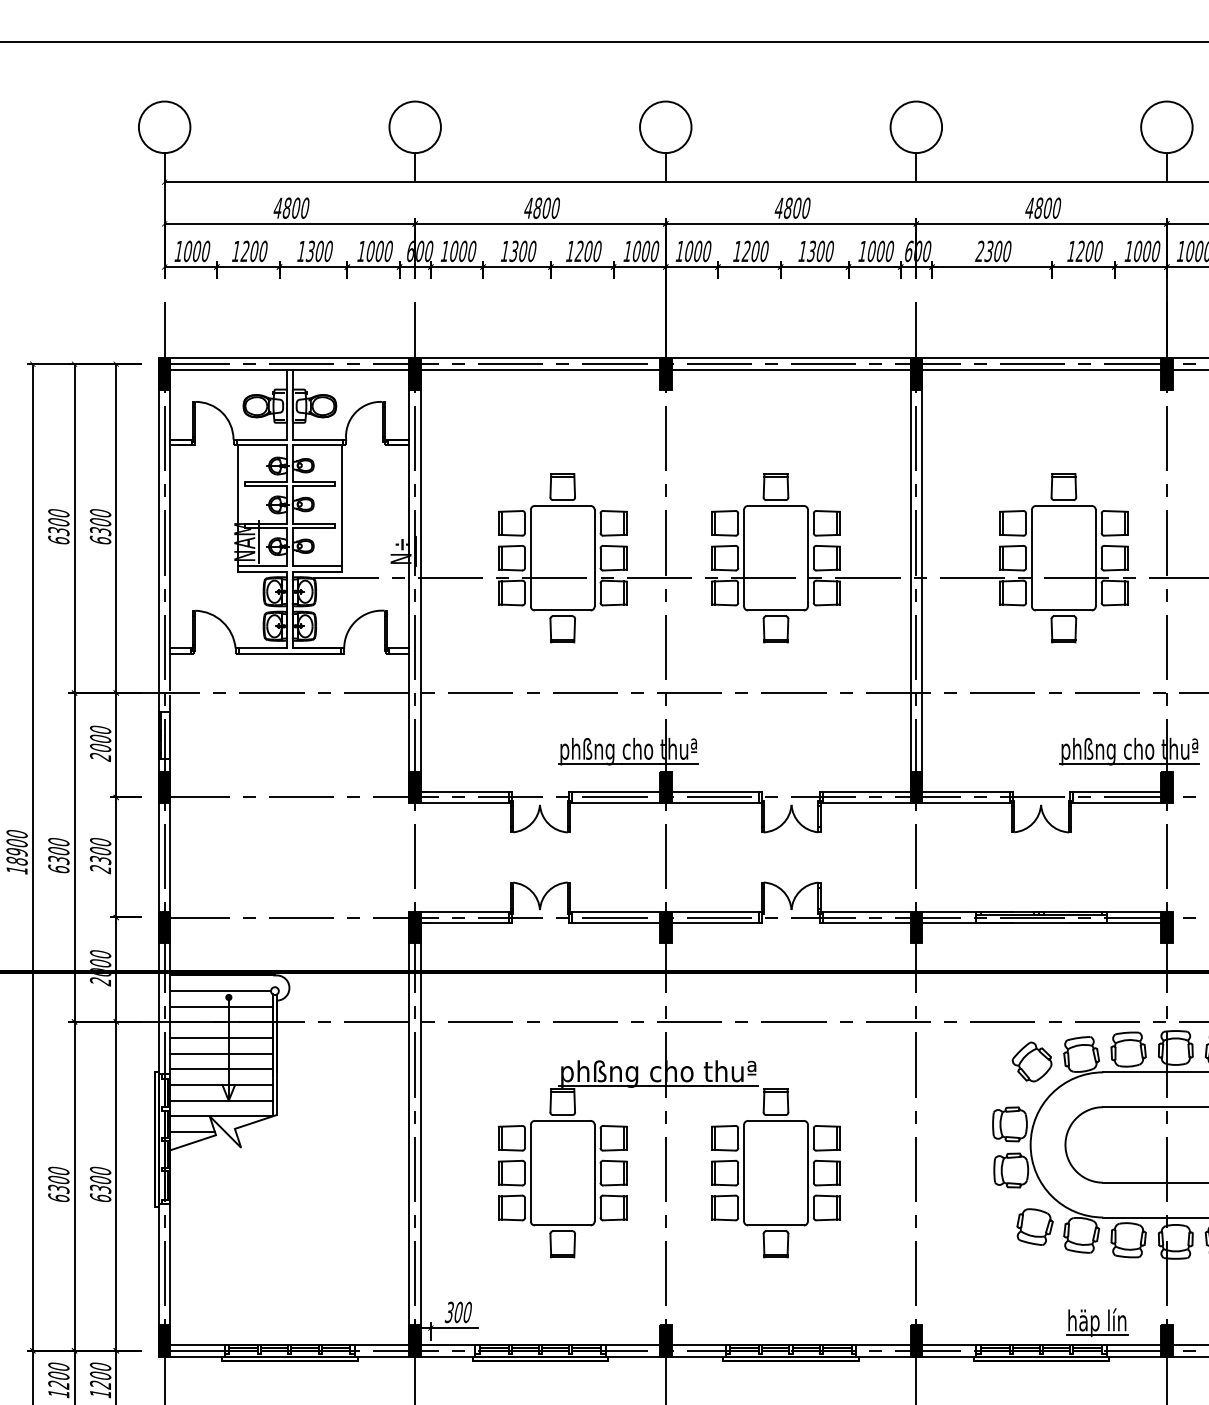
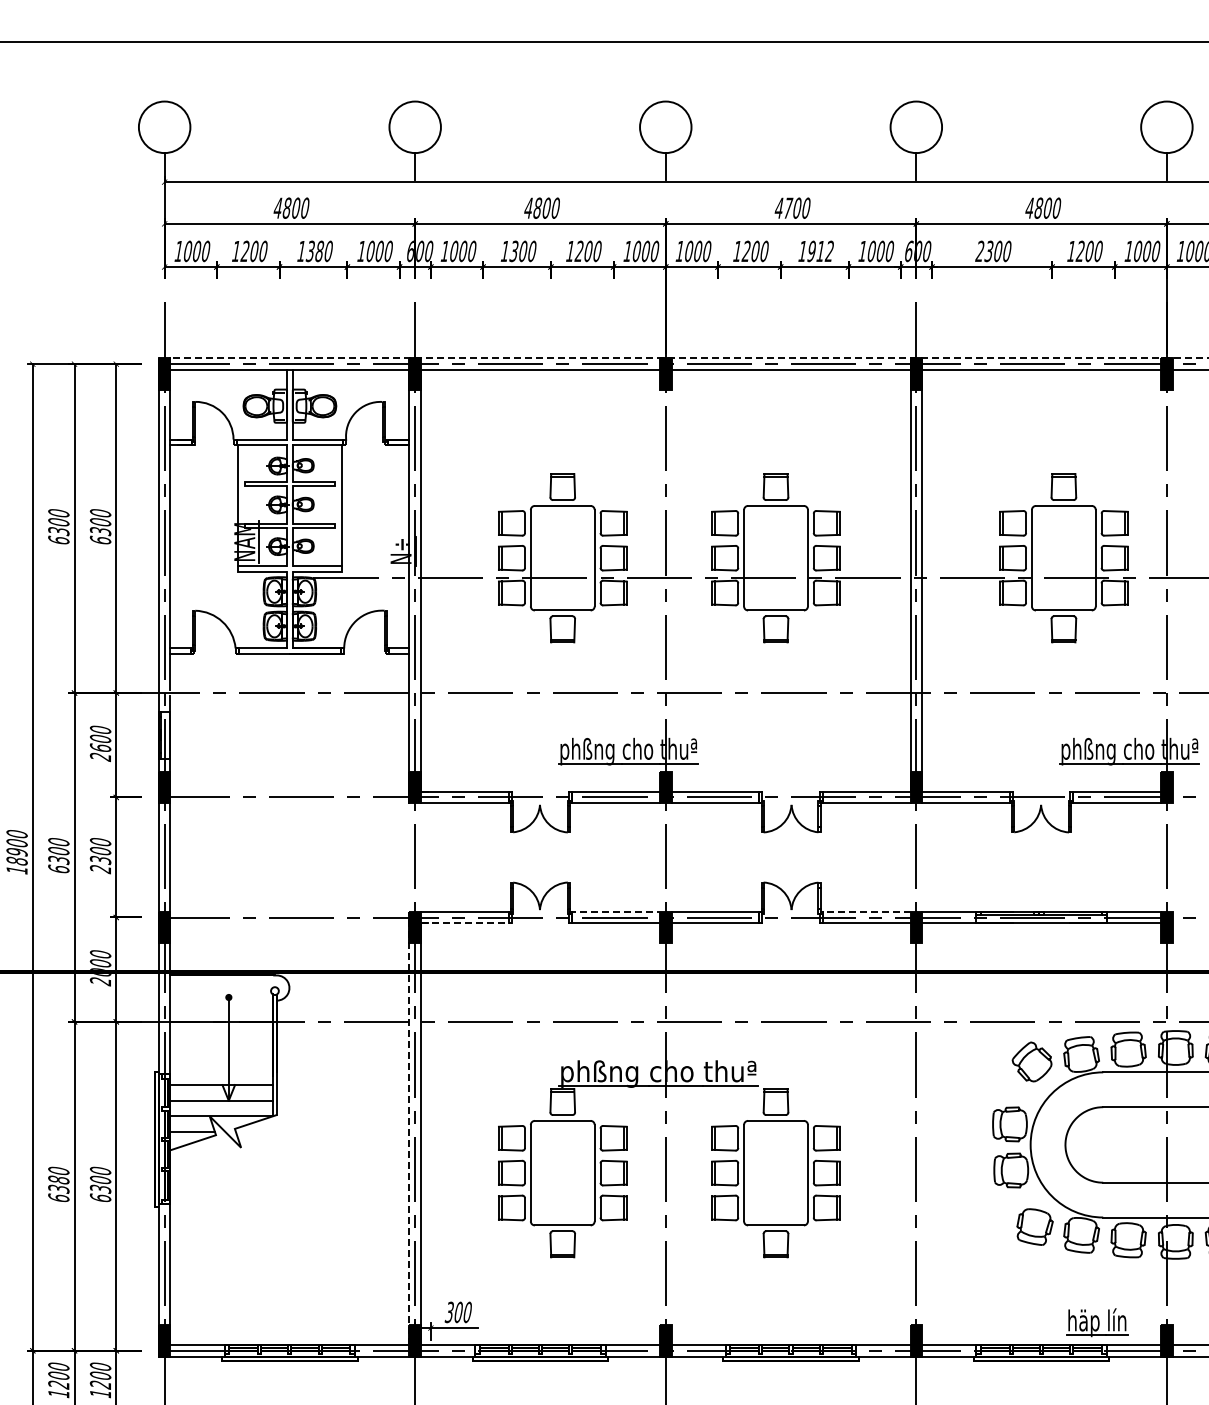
text at (788, 207): 4800 -> 4700
text at (319, 251): 1300 -> 1380
text at (819, 251): 1300 -> 1912
line at (689, 358): solid -> dashed
text at (100, 747): 2000 -> 2600
line at (615, 911): solid -> dashed
line at (864, 911): solid -> dashed
line at (466, 923): solid -> dashed
line at (220, 991): present -> none
line at (221, 1006): present -> none
line at (221, 1038): present -> none
line at (221, 1053): present -> none
line at (221, 1069): present -> none
line at (409, 1128): solid -> dashed
text at (58, 1179): 6300 -> 6380
